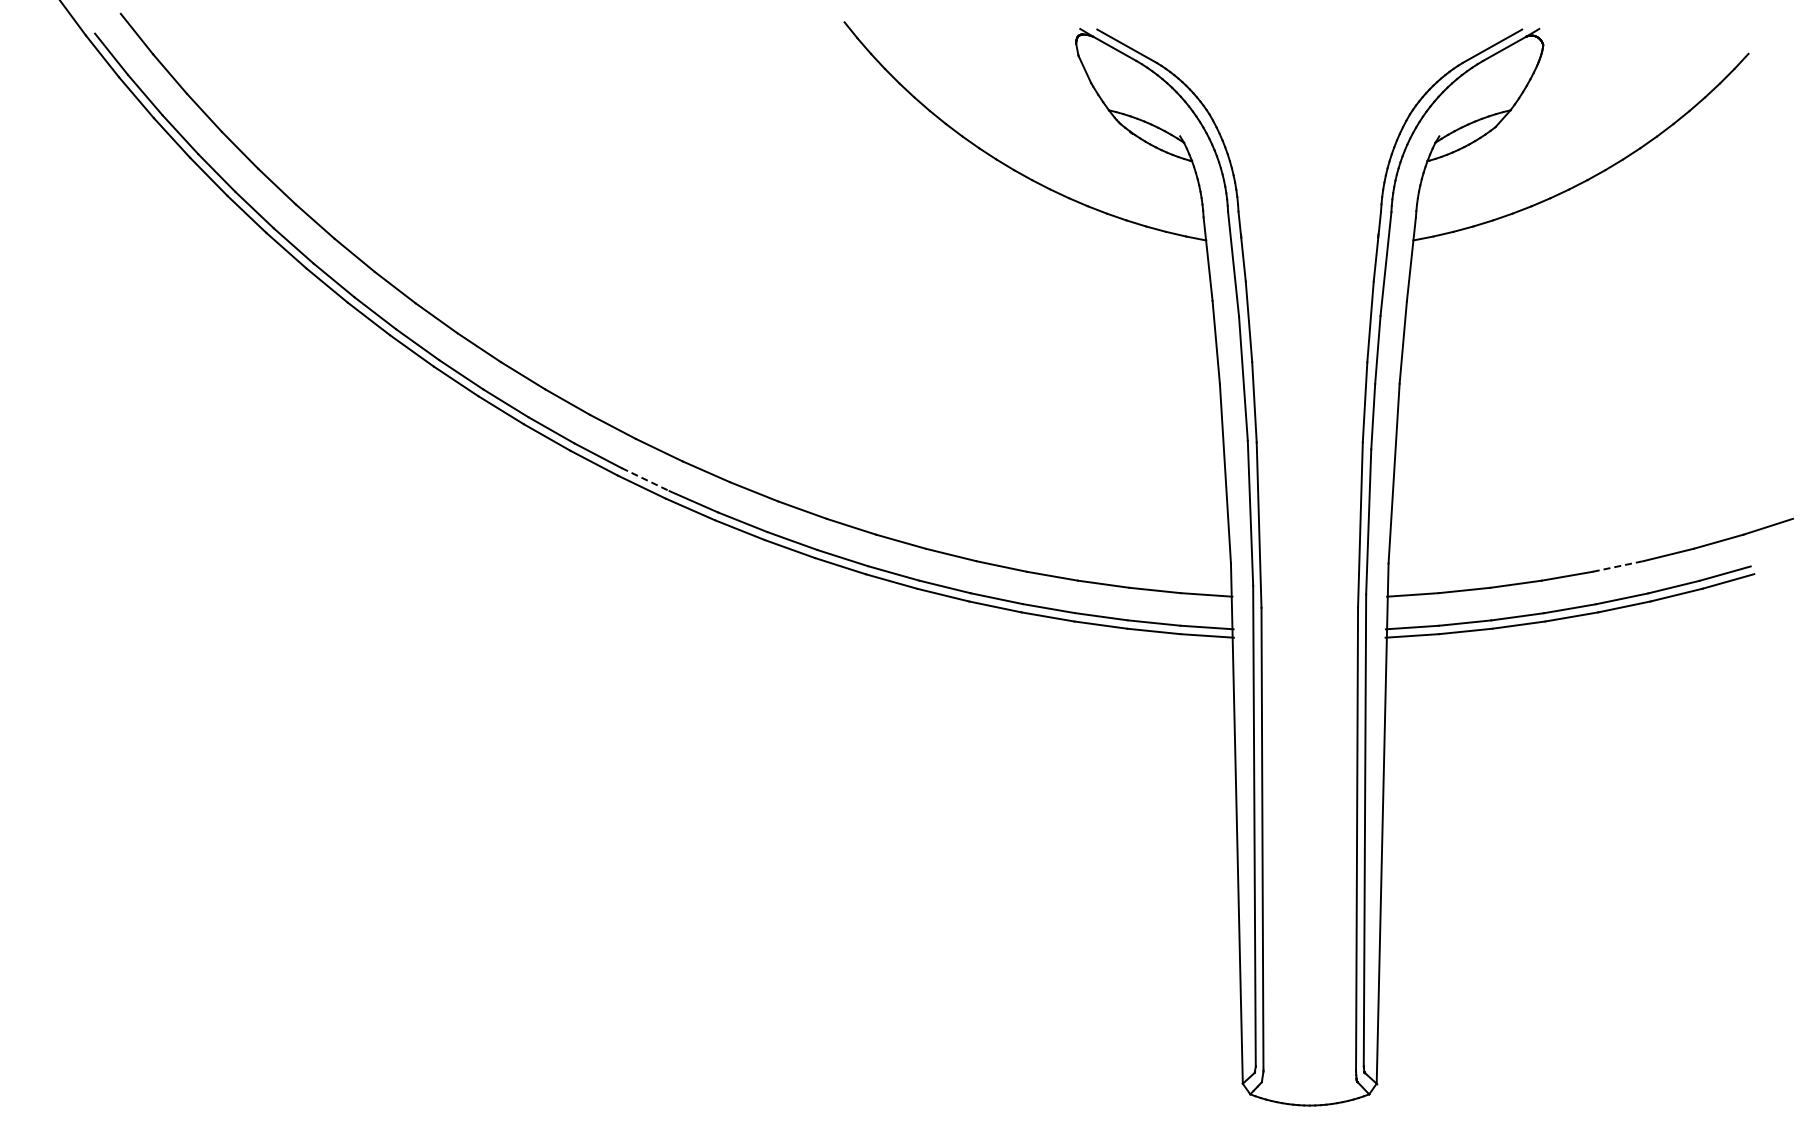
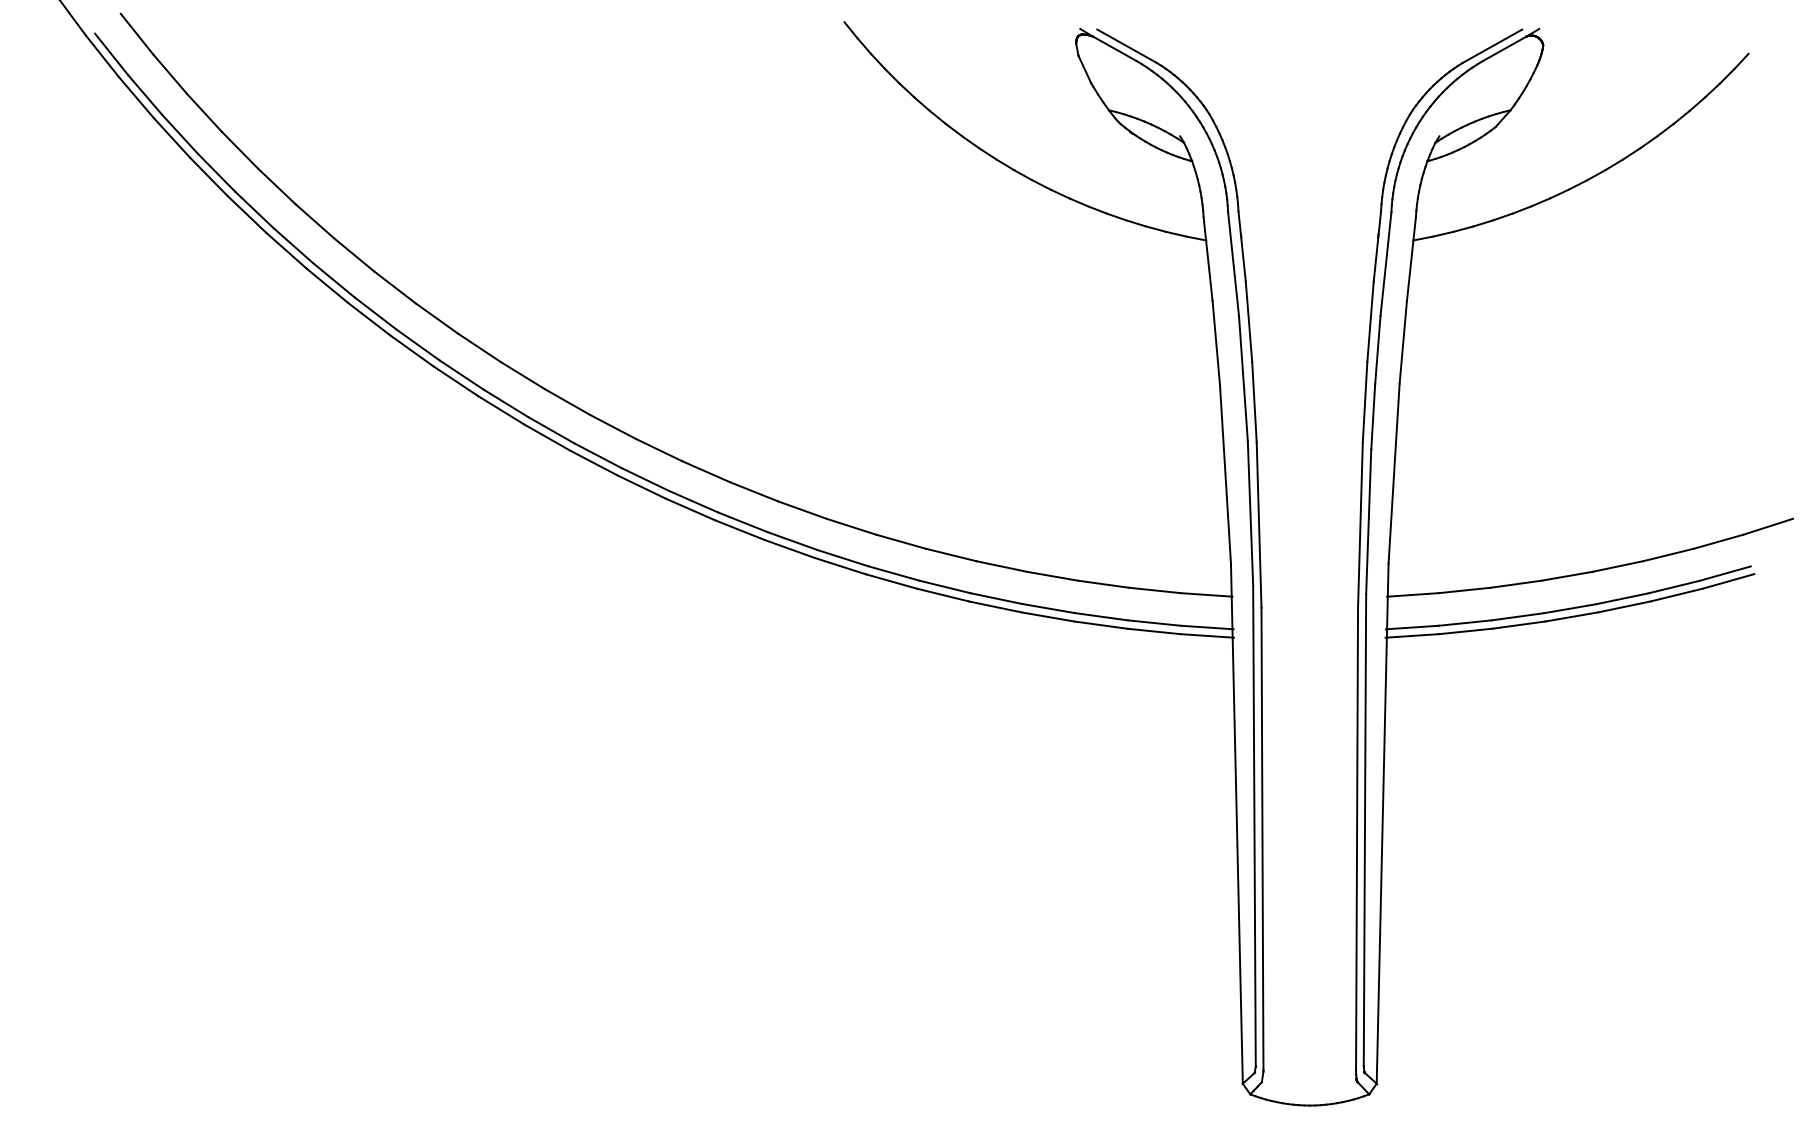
line at (645, 479): dashed -> solid
line at (1618, 566): dashed -> solid
